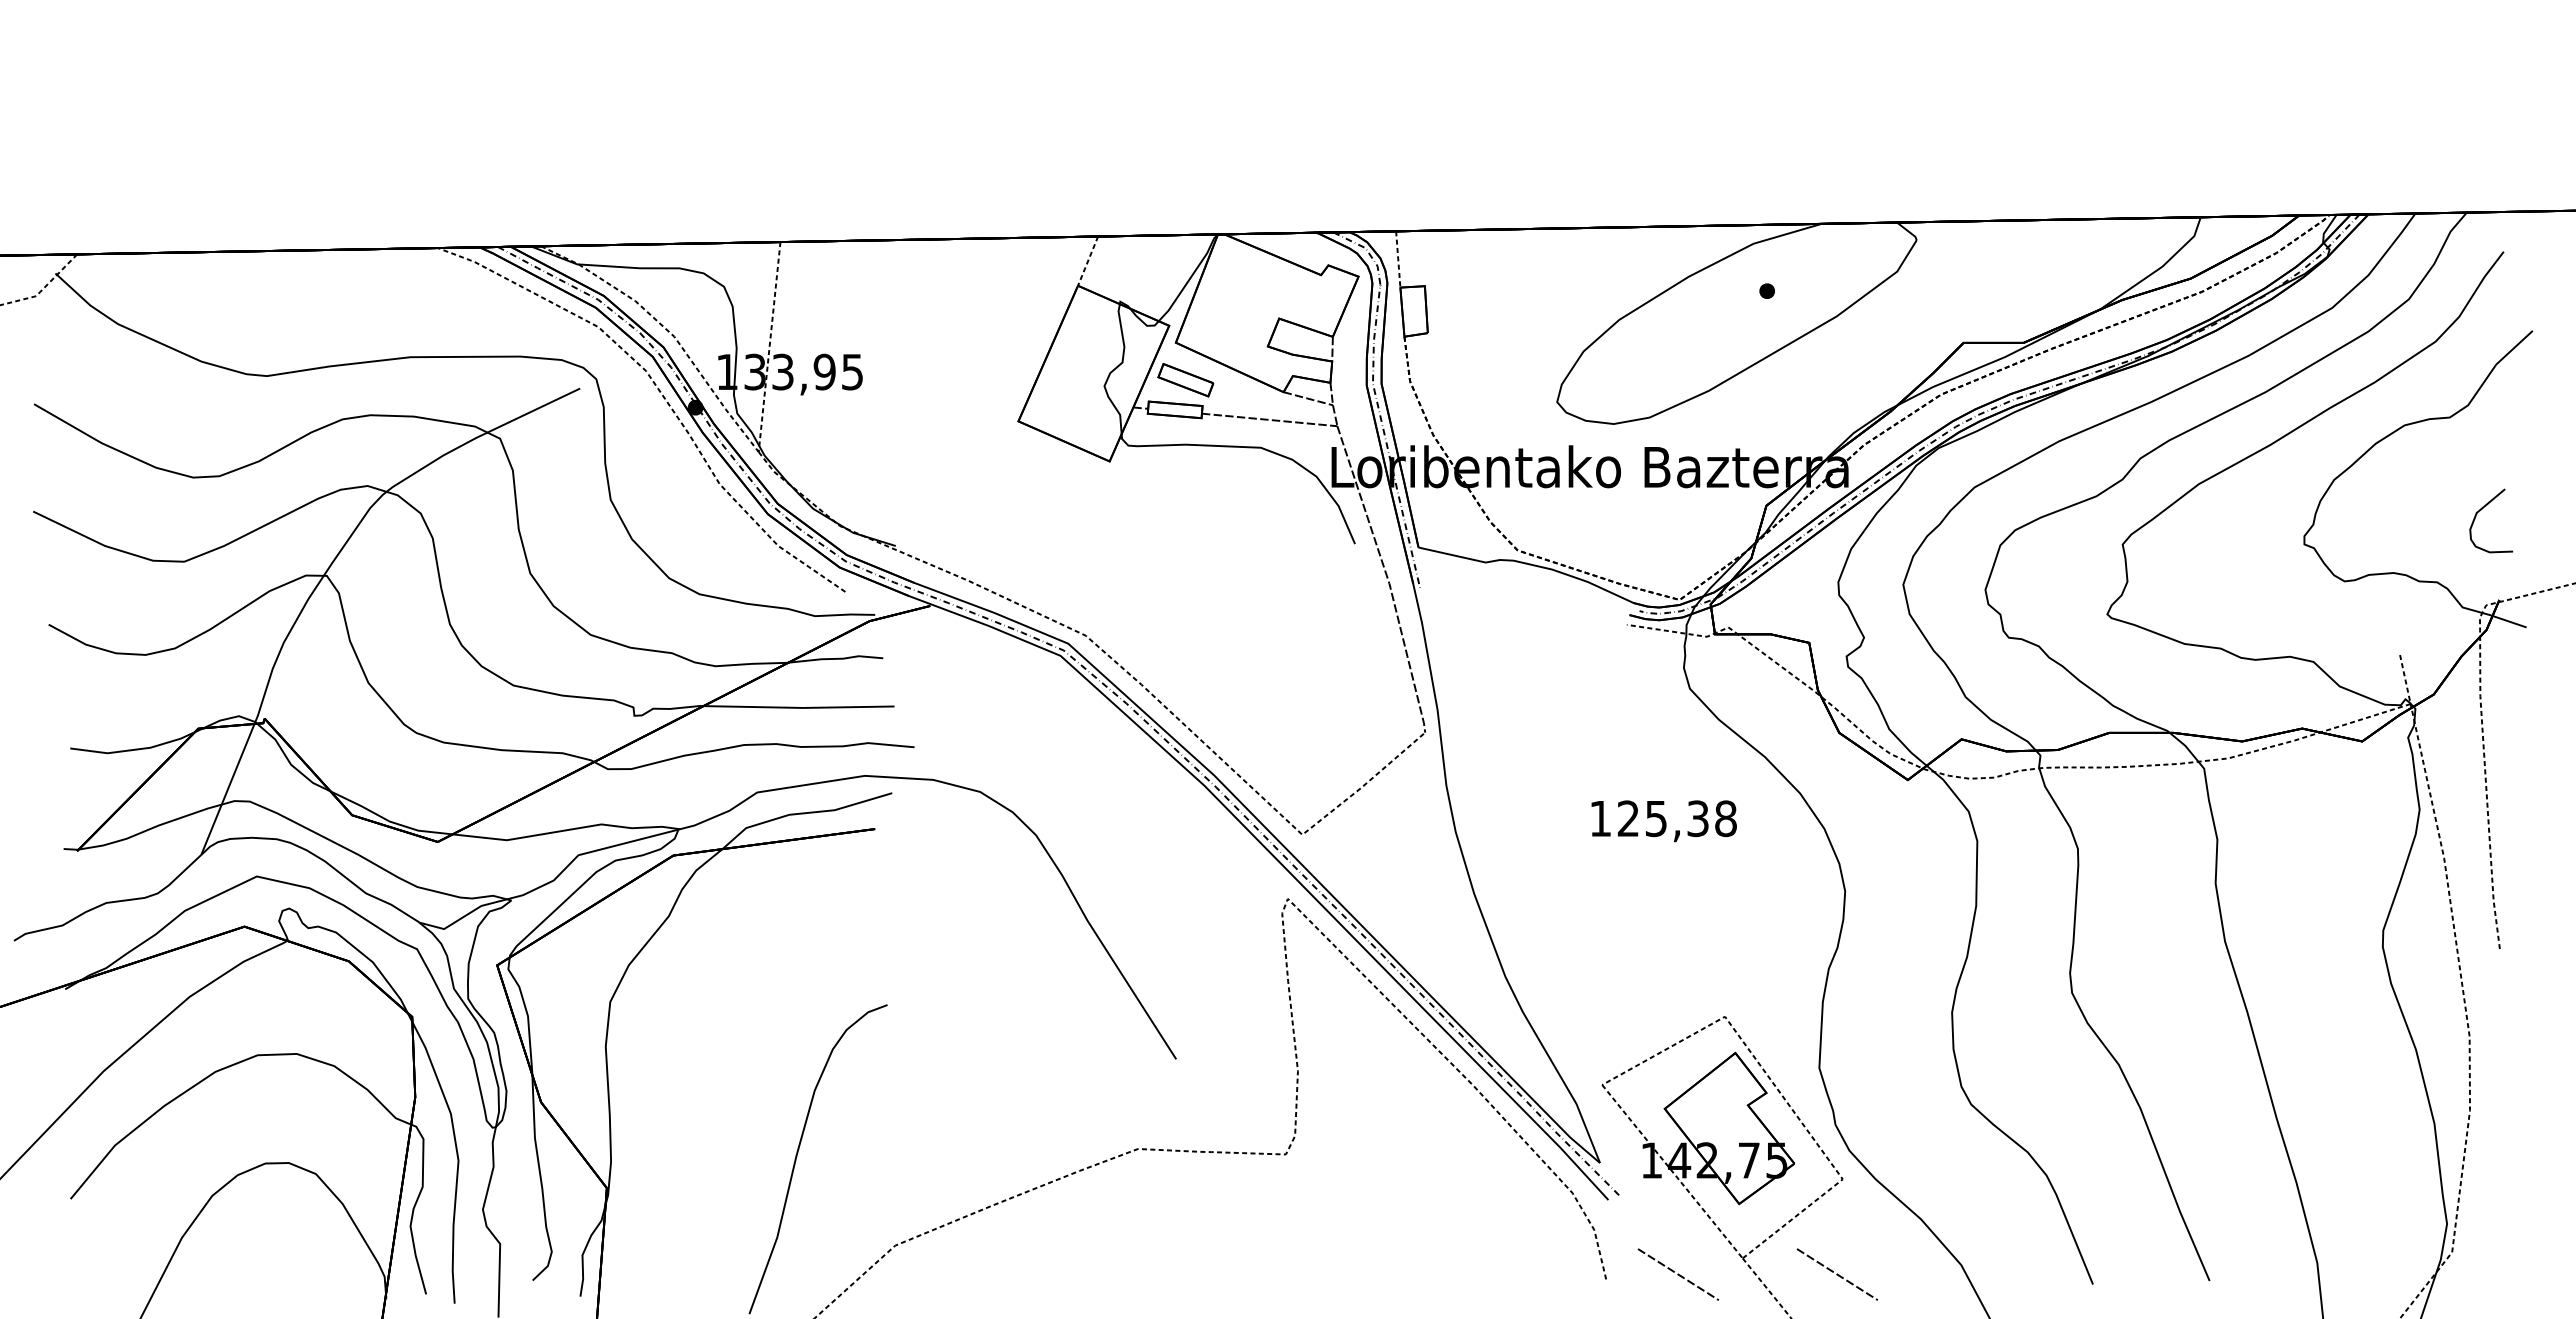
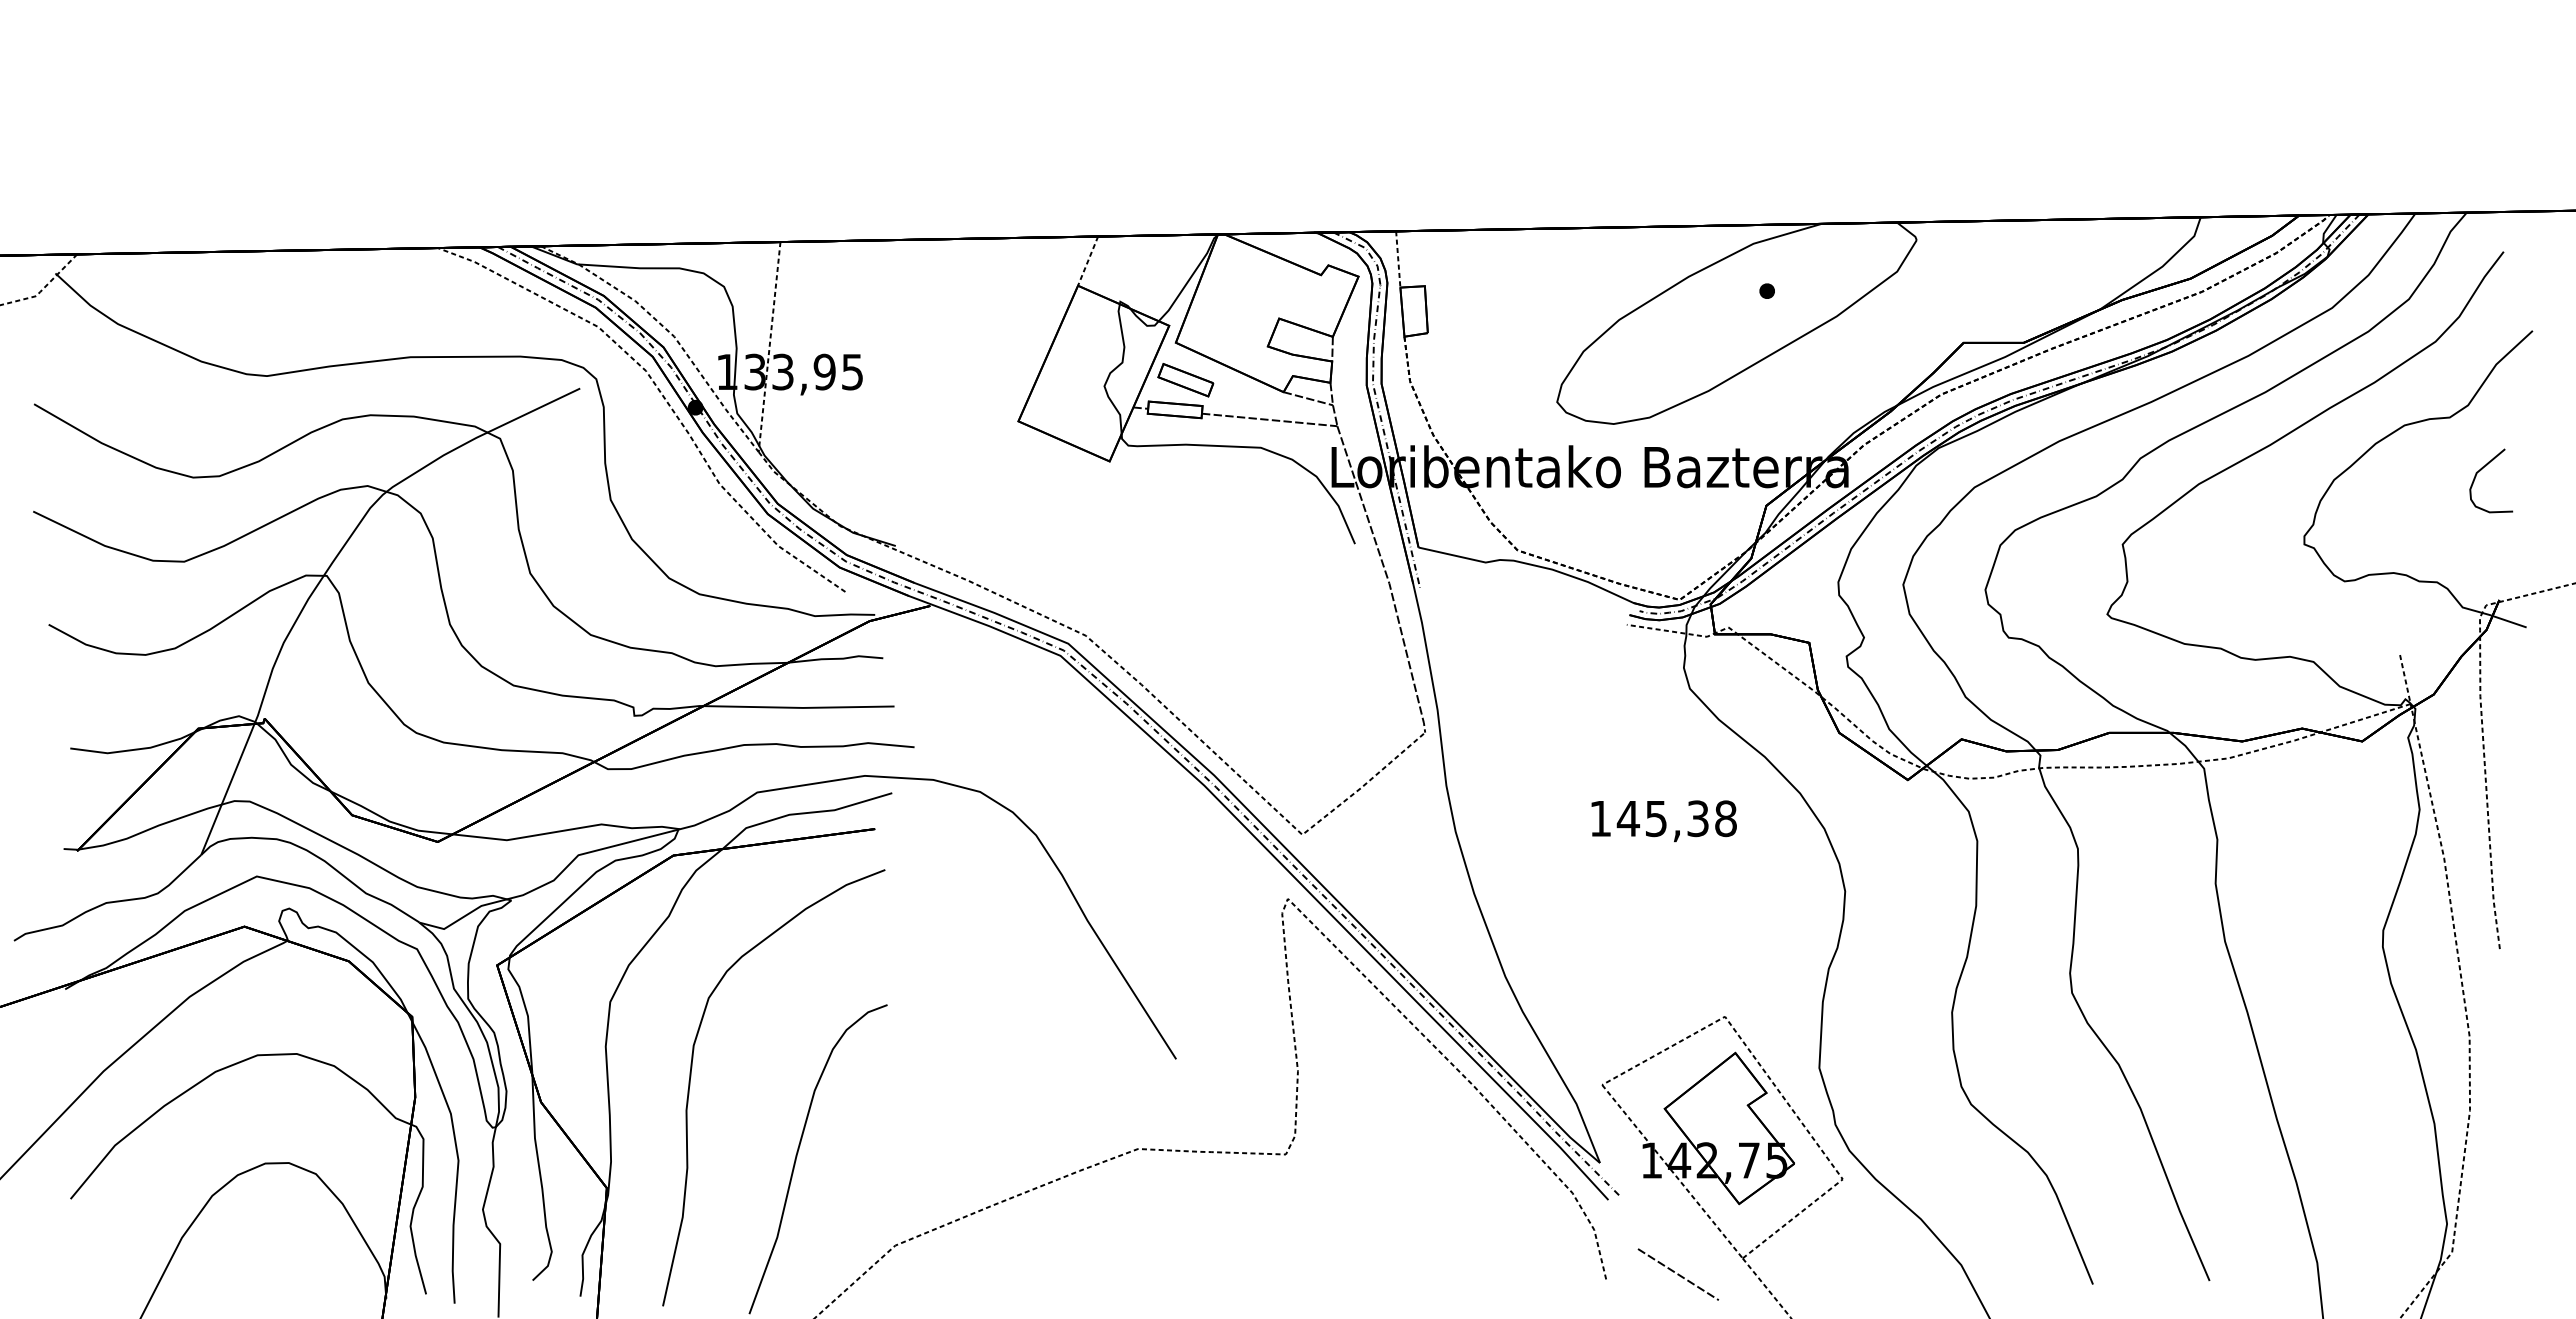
curve at (2481, 510) position: (2481, 510) -> (2481, 470)
text at (1628, 818): 125,38 -> 145,38
curve at (691, 1077): none -> present
line at (1837, 1274): present -> none
